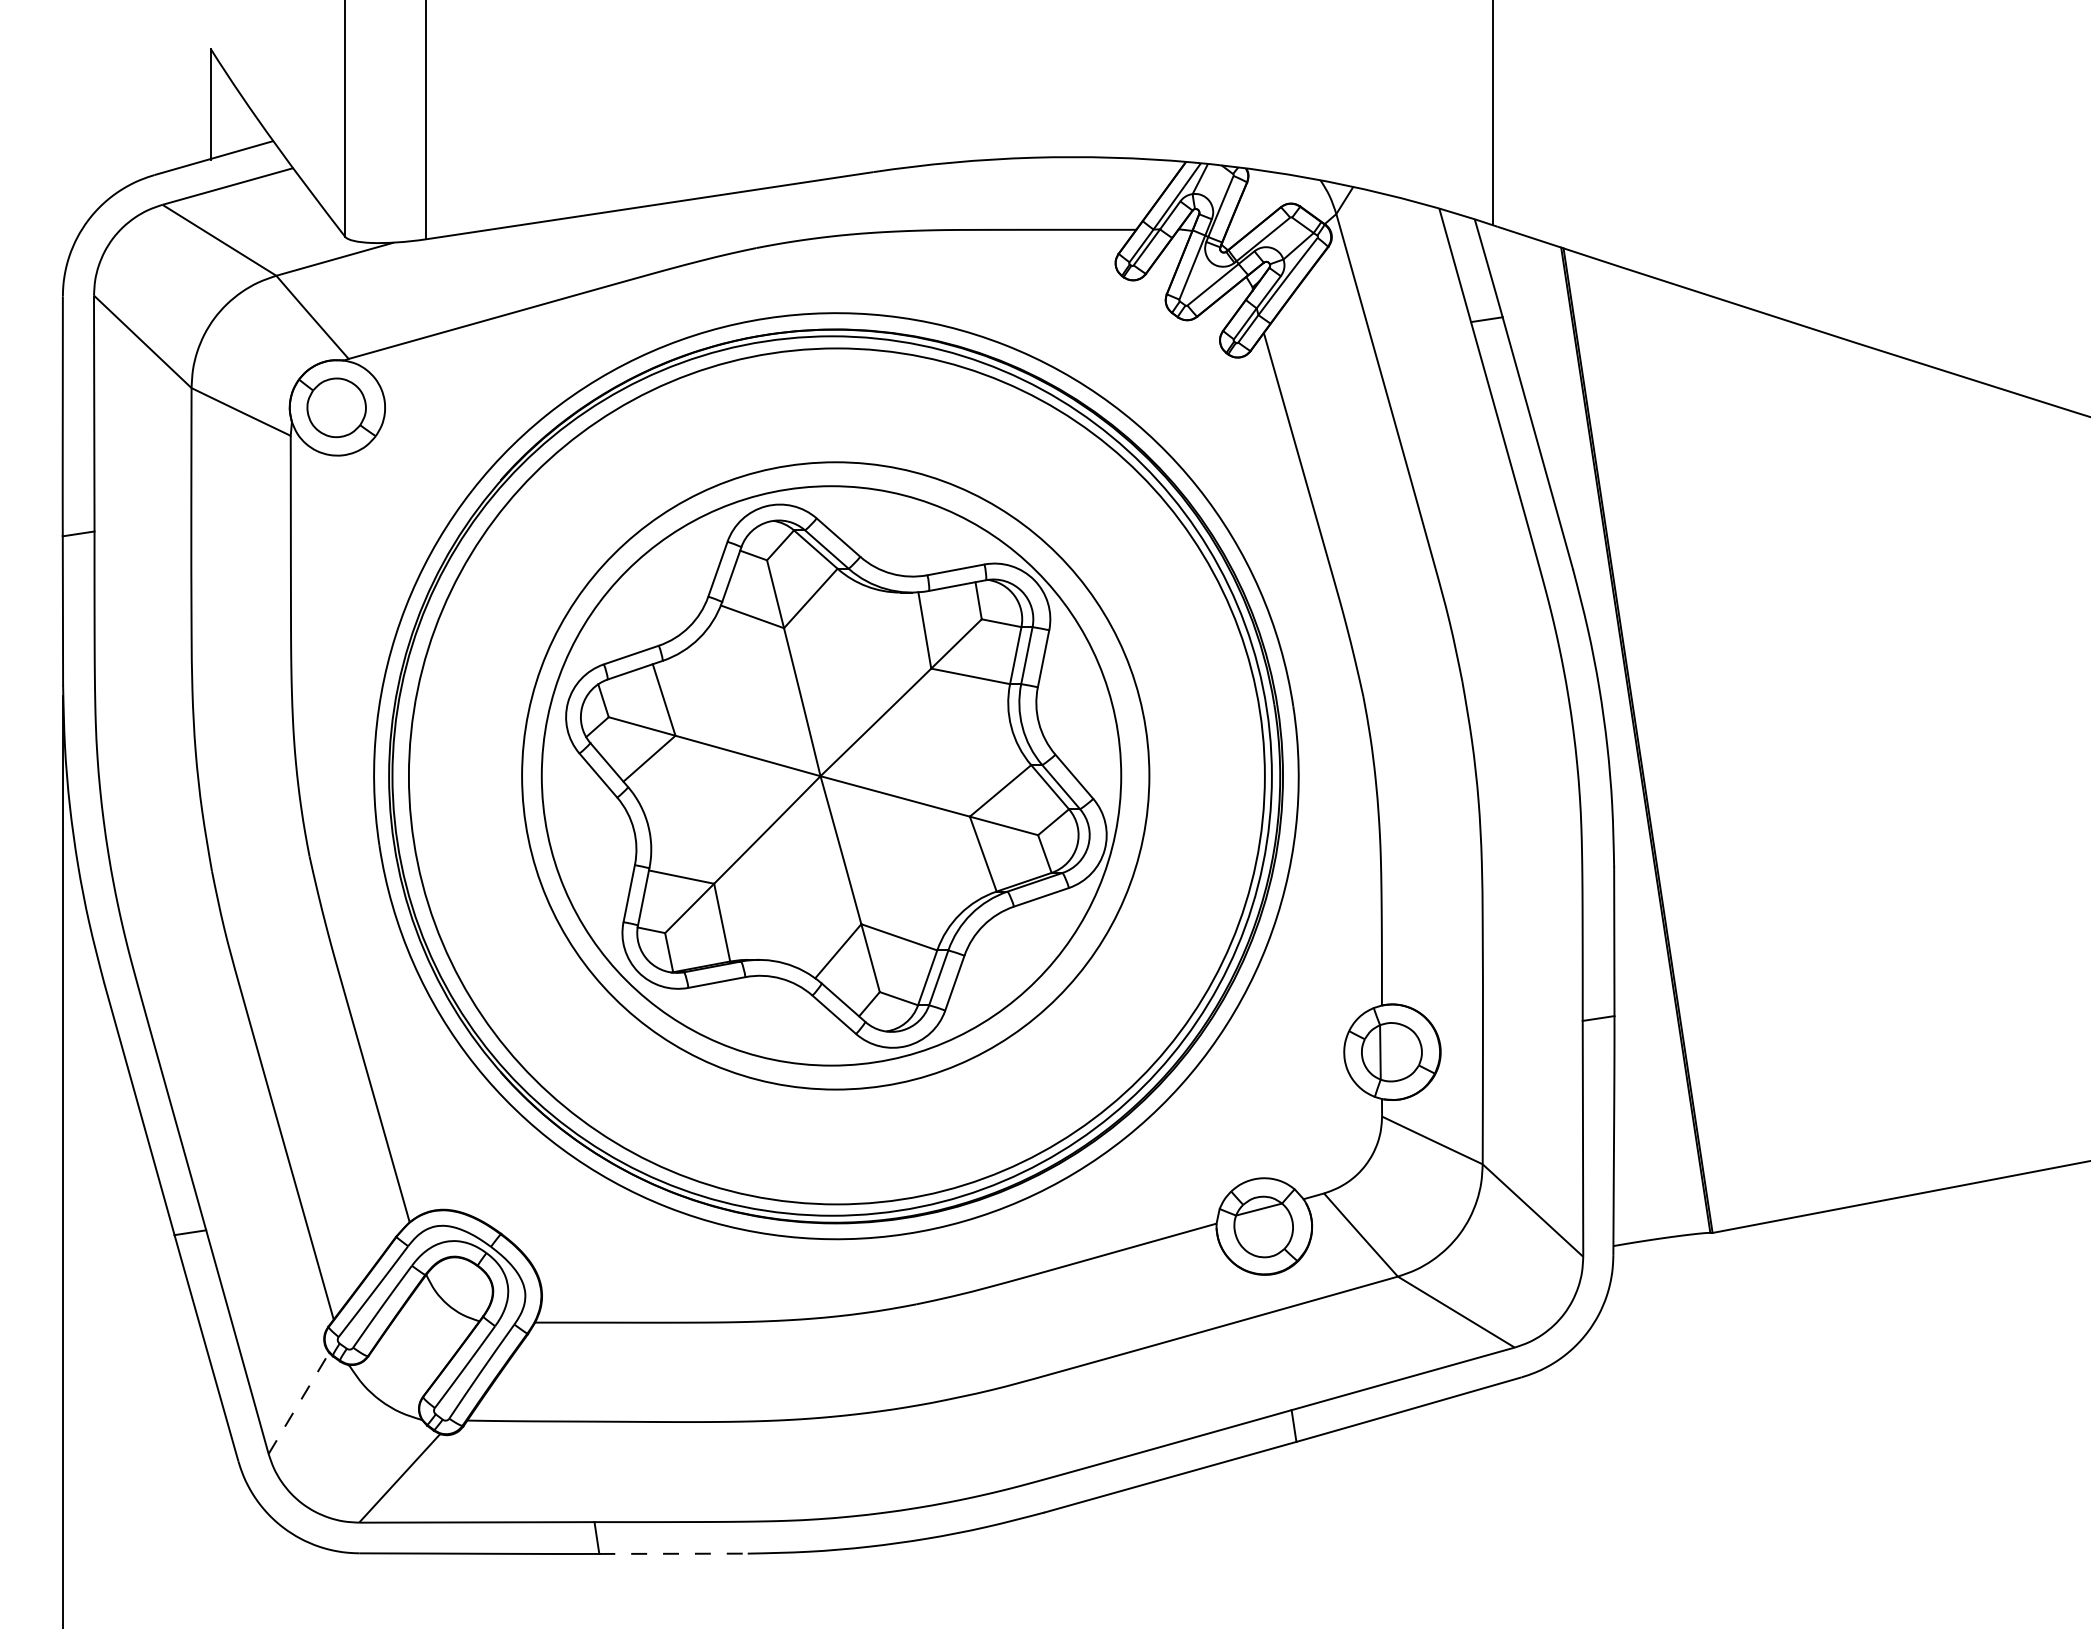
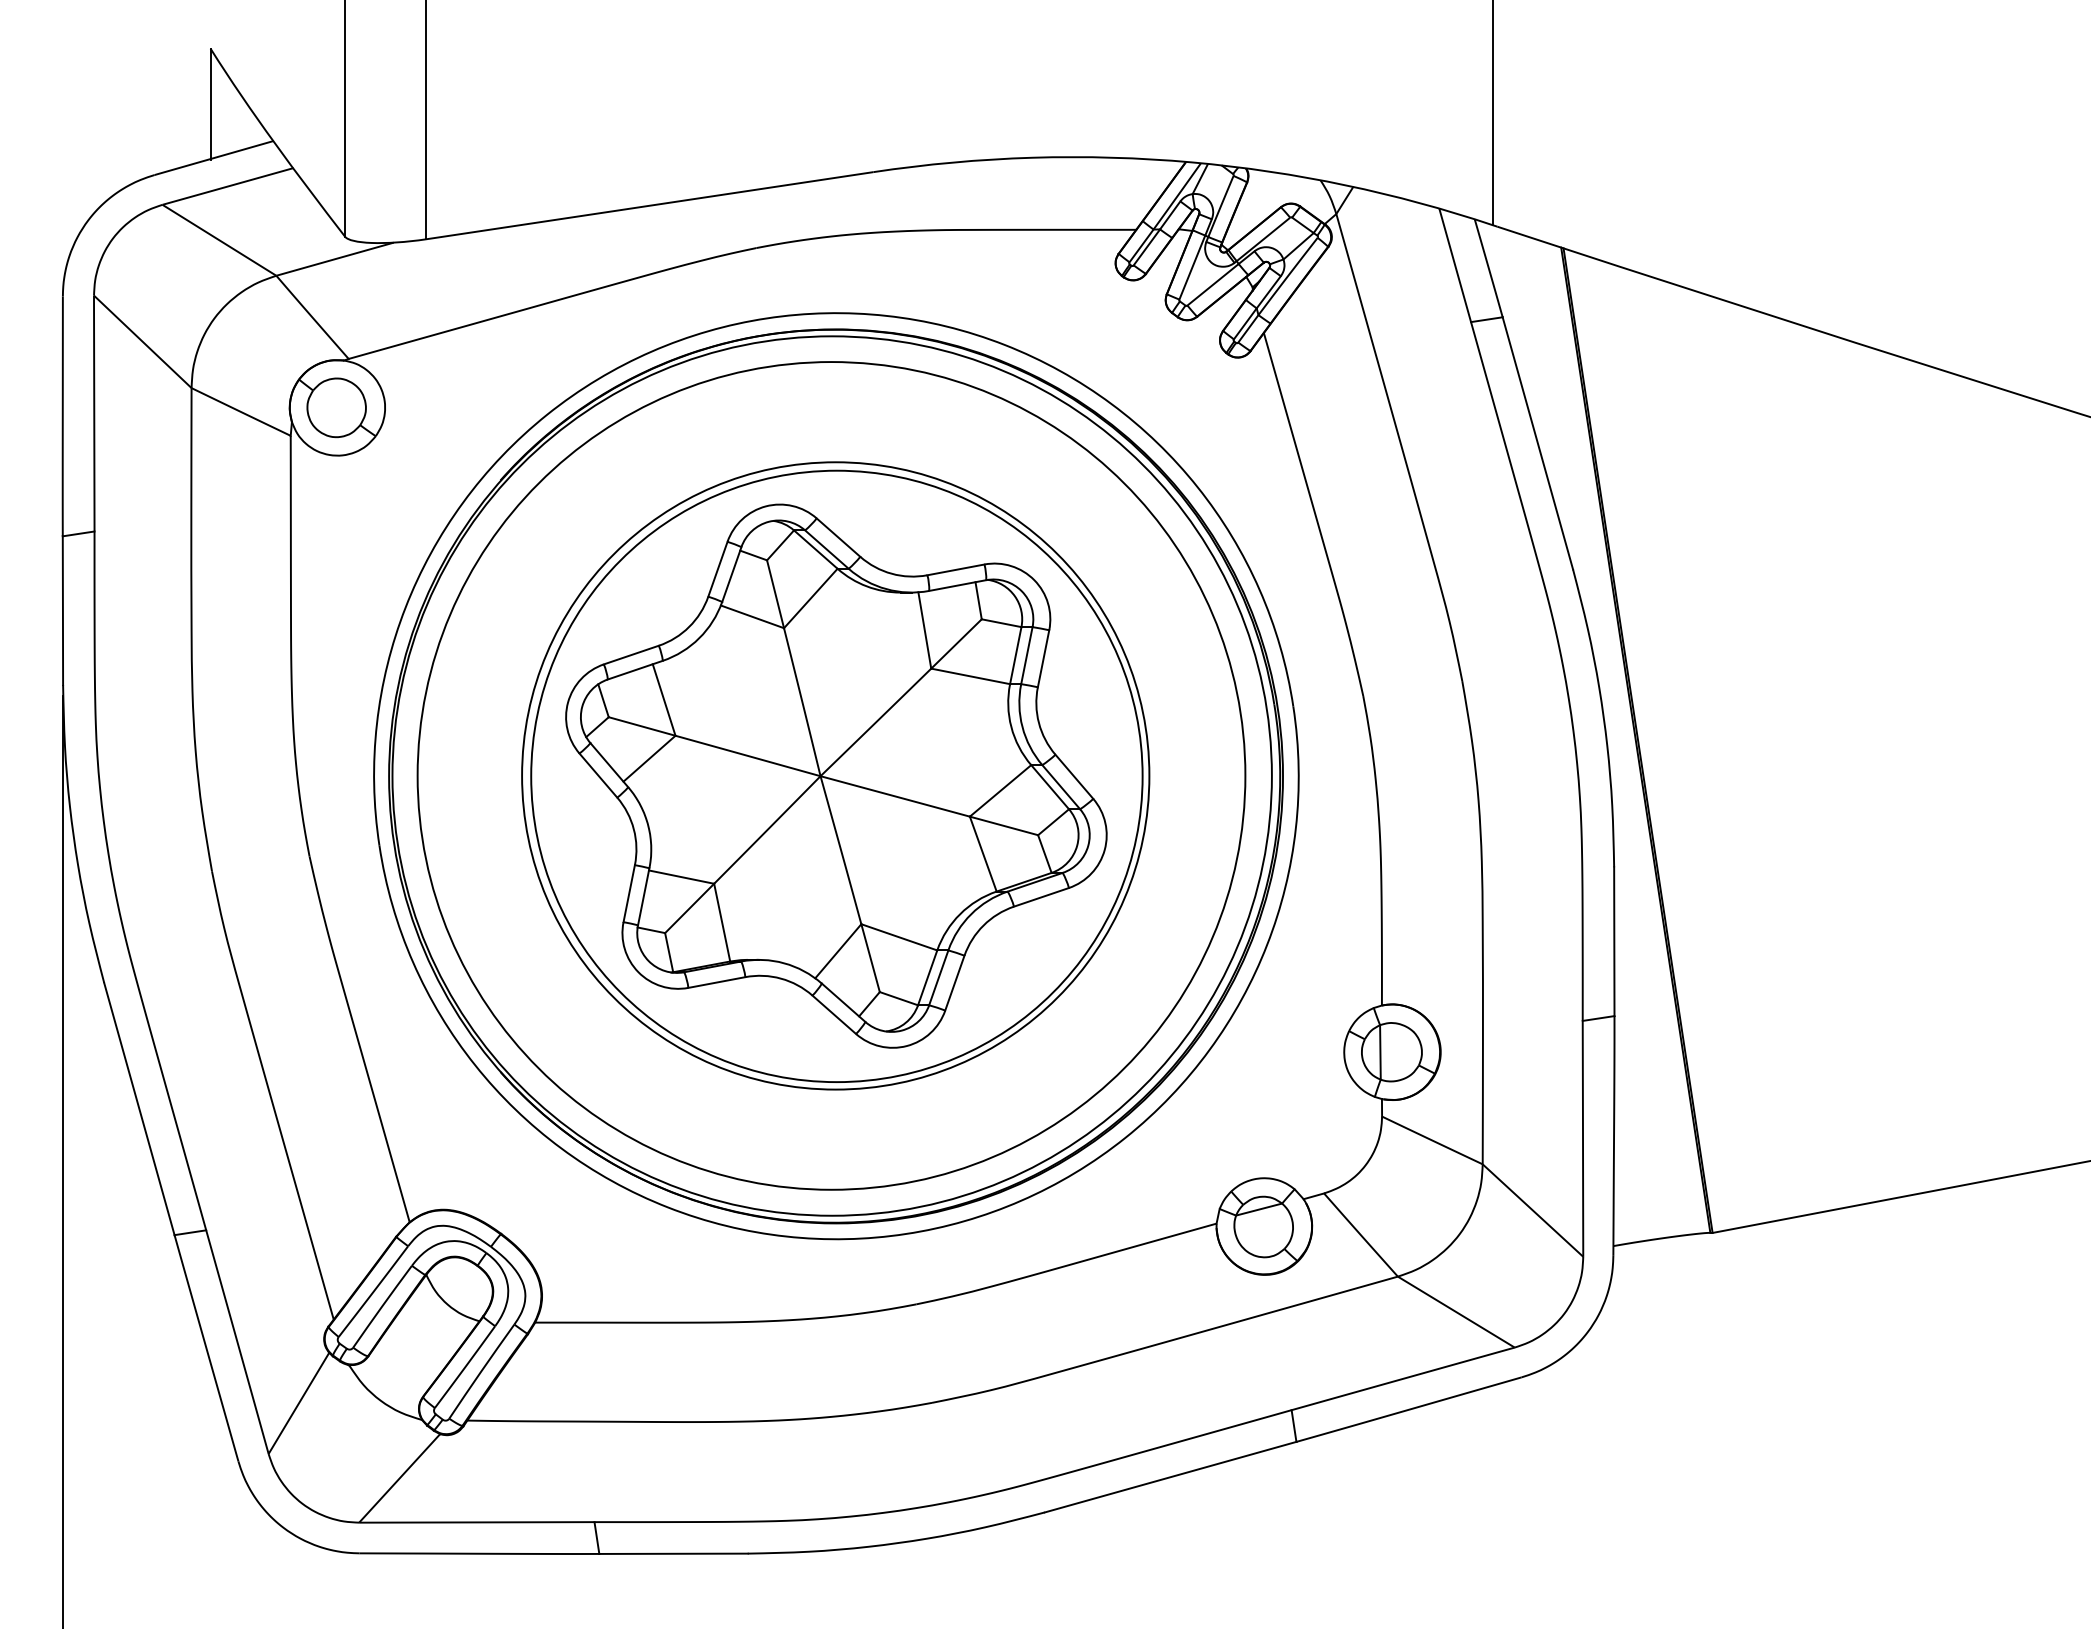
circle at (831, 775) diameter: 579 px -> 828 px
circle at (836, 776) diameter: 856 px -> 611 px
line at (298, 1403): dashed -> solid
line at (674, 1553): dashed -> solid
